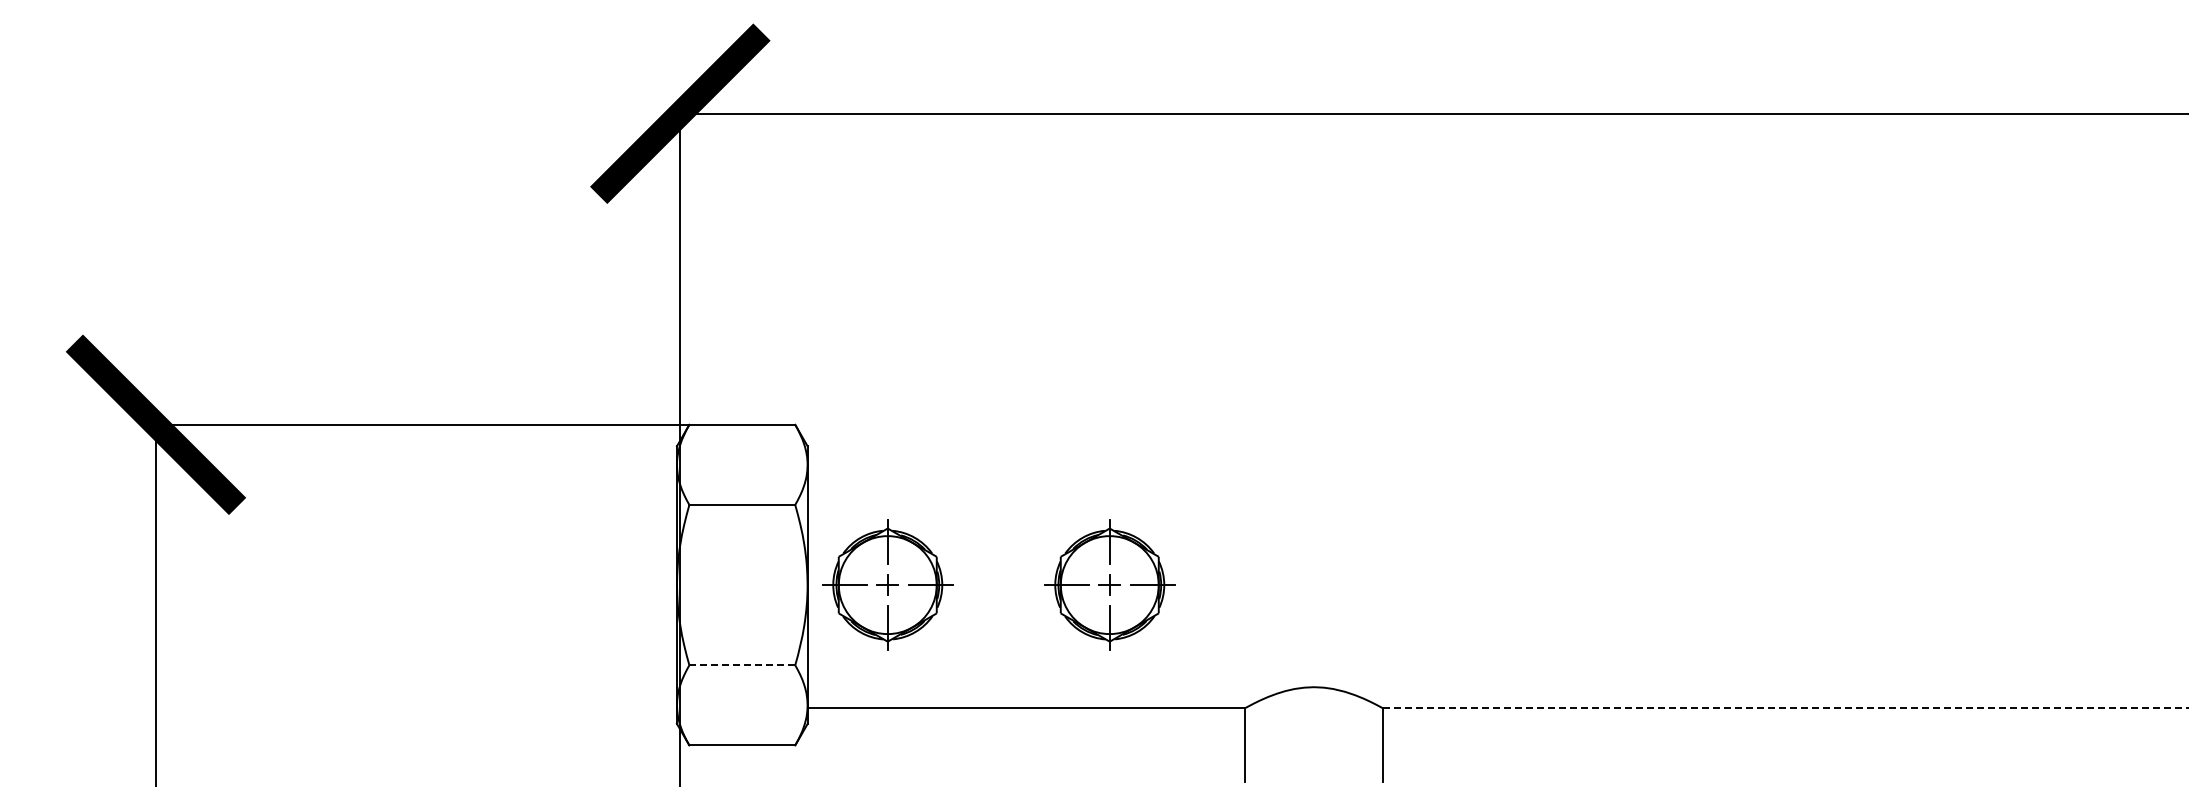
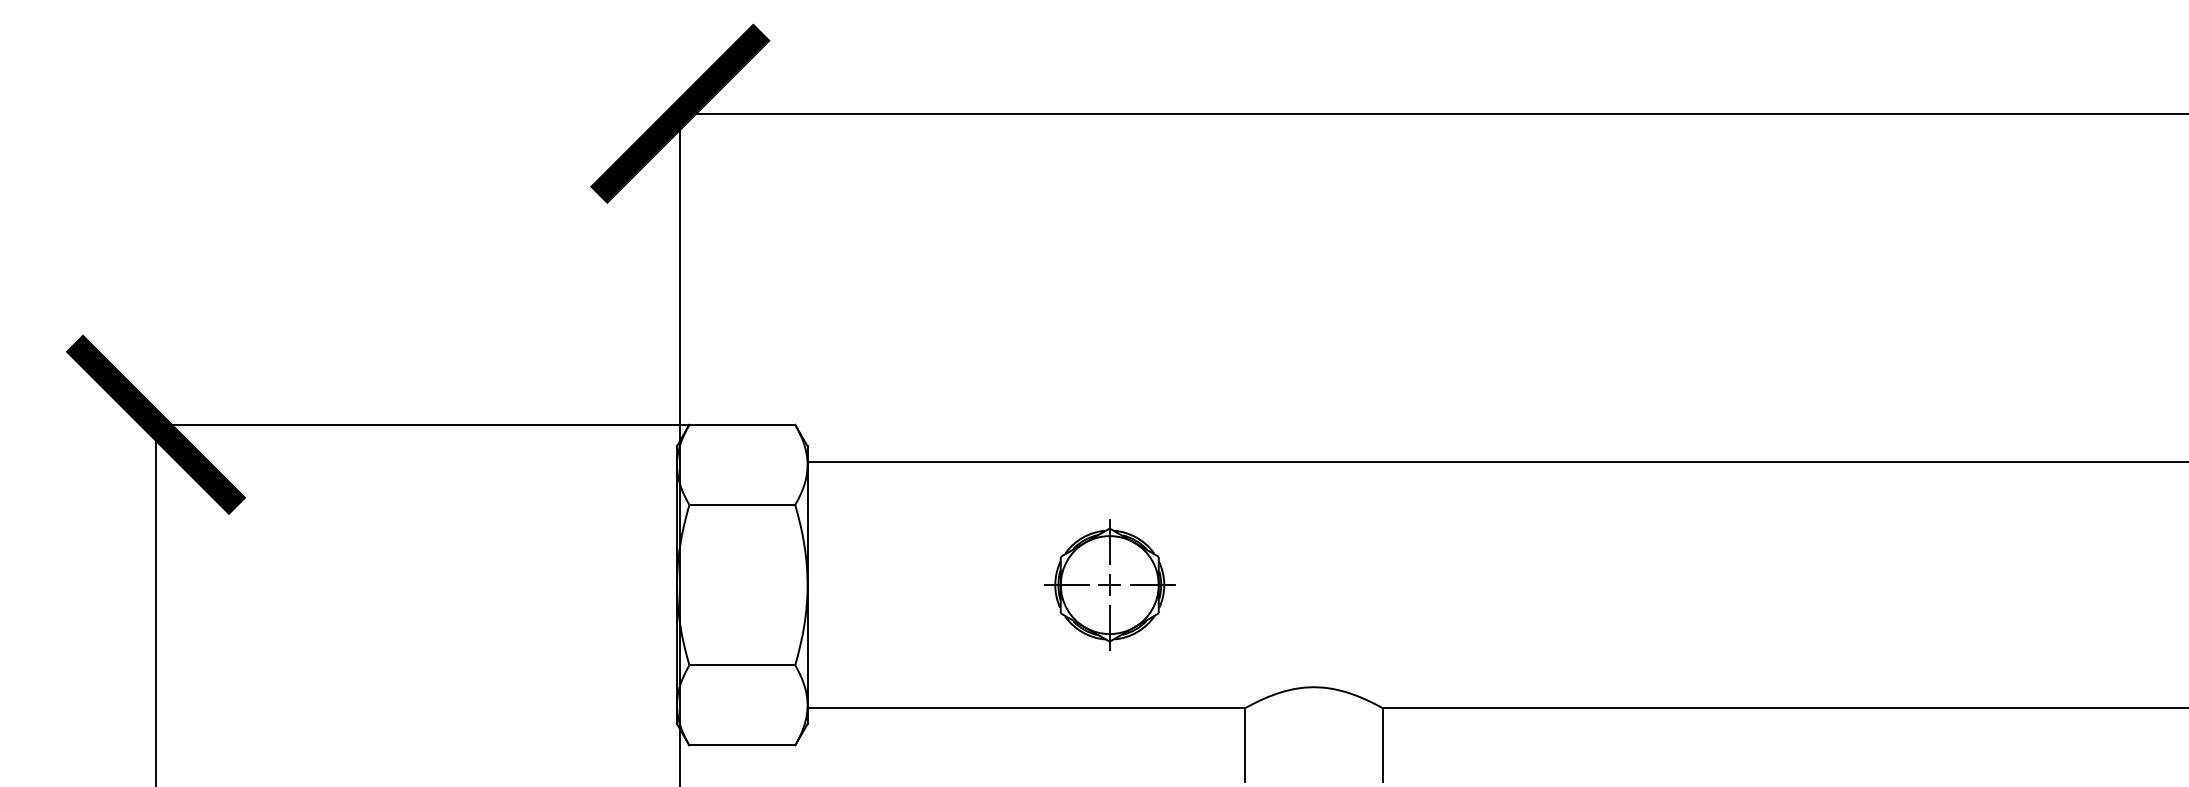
line at (1496, 462): none -> present
part at (887, 584): present -> none
line at (742, 665): dashed -> solid
line at (1785, 708): dashed -> solid
